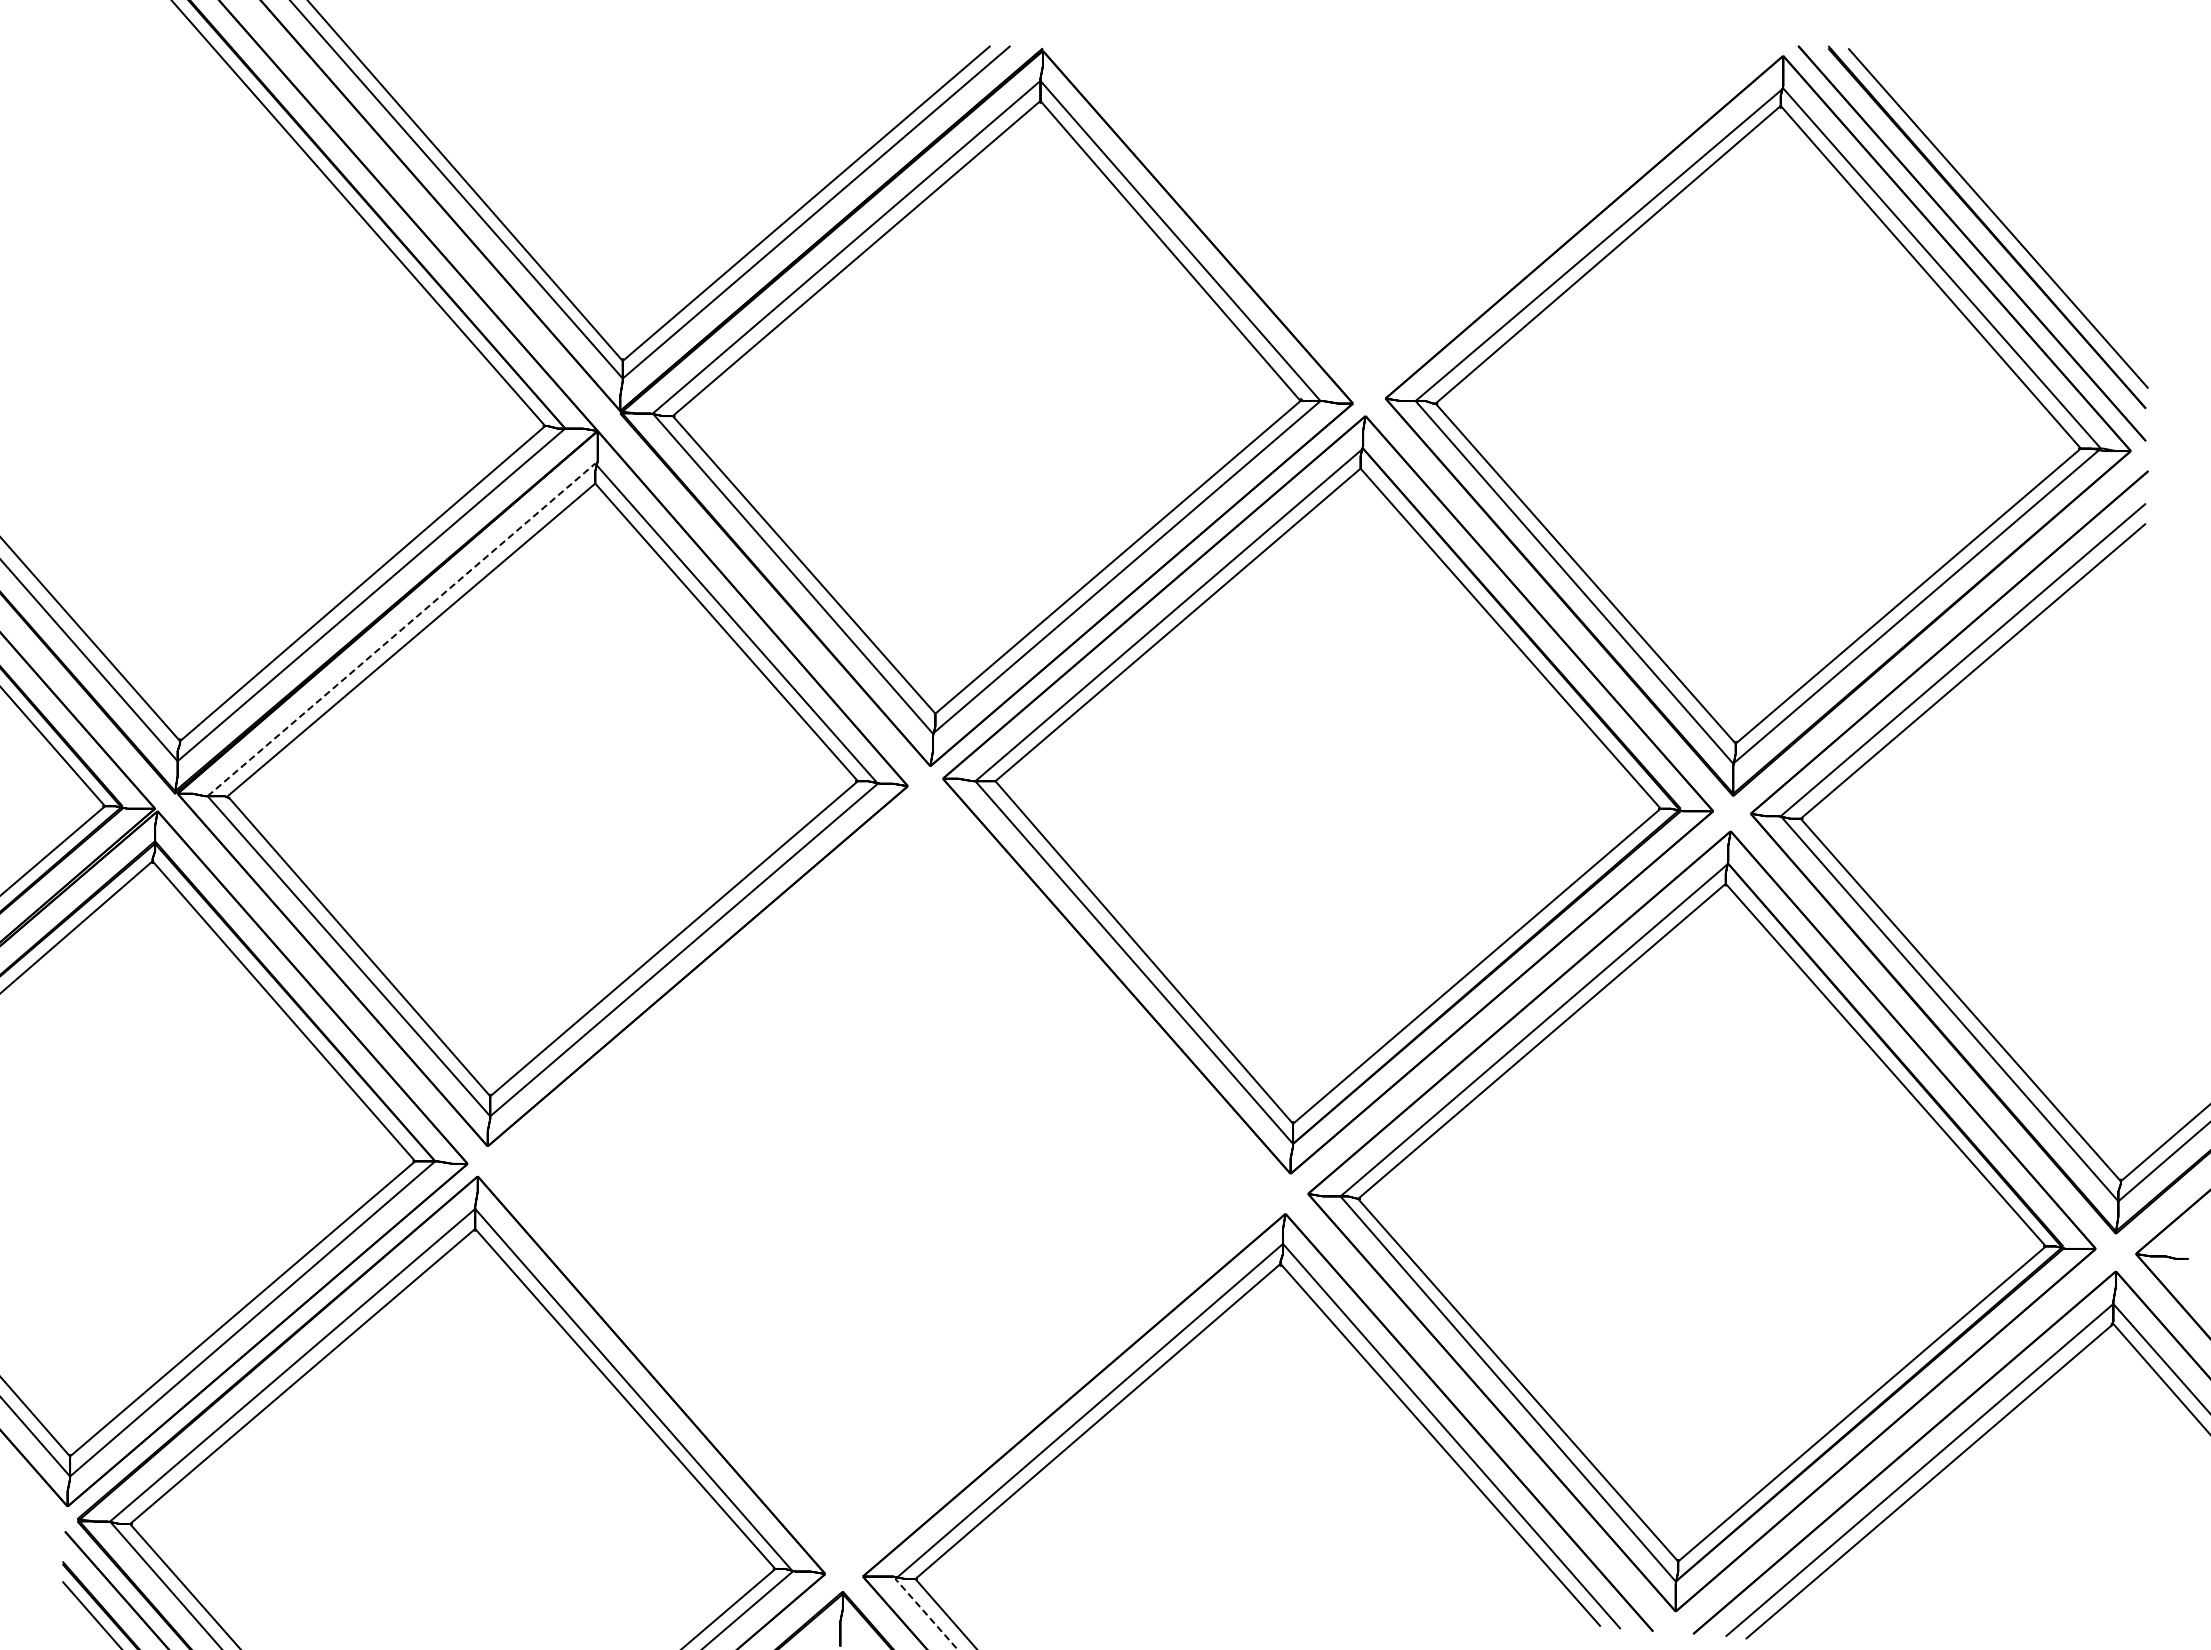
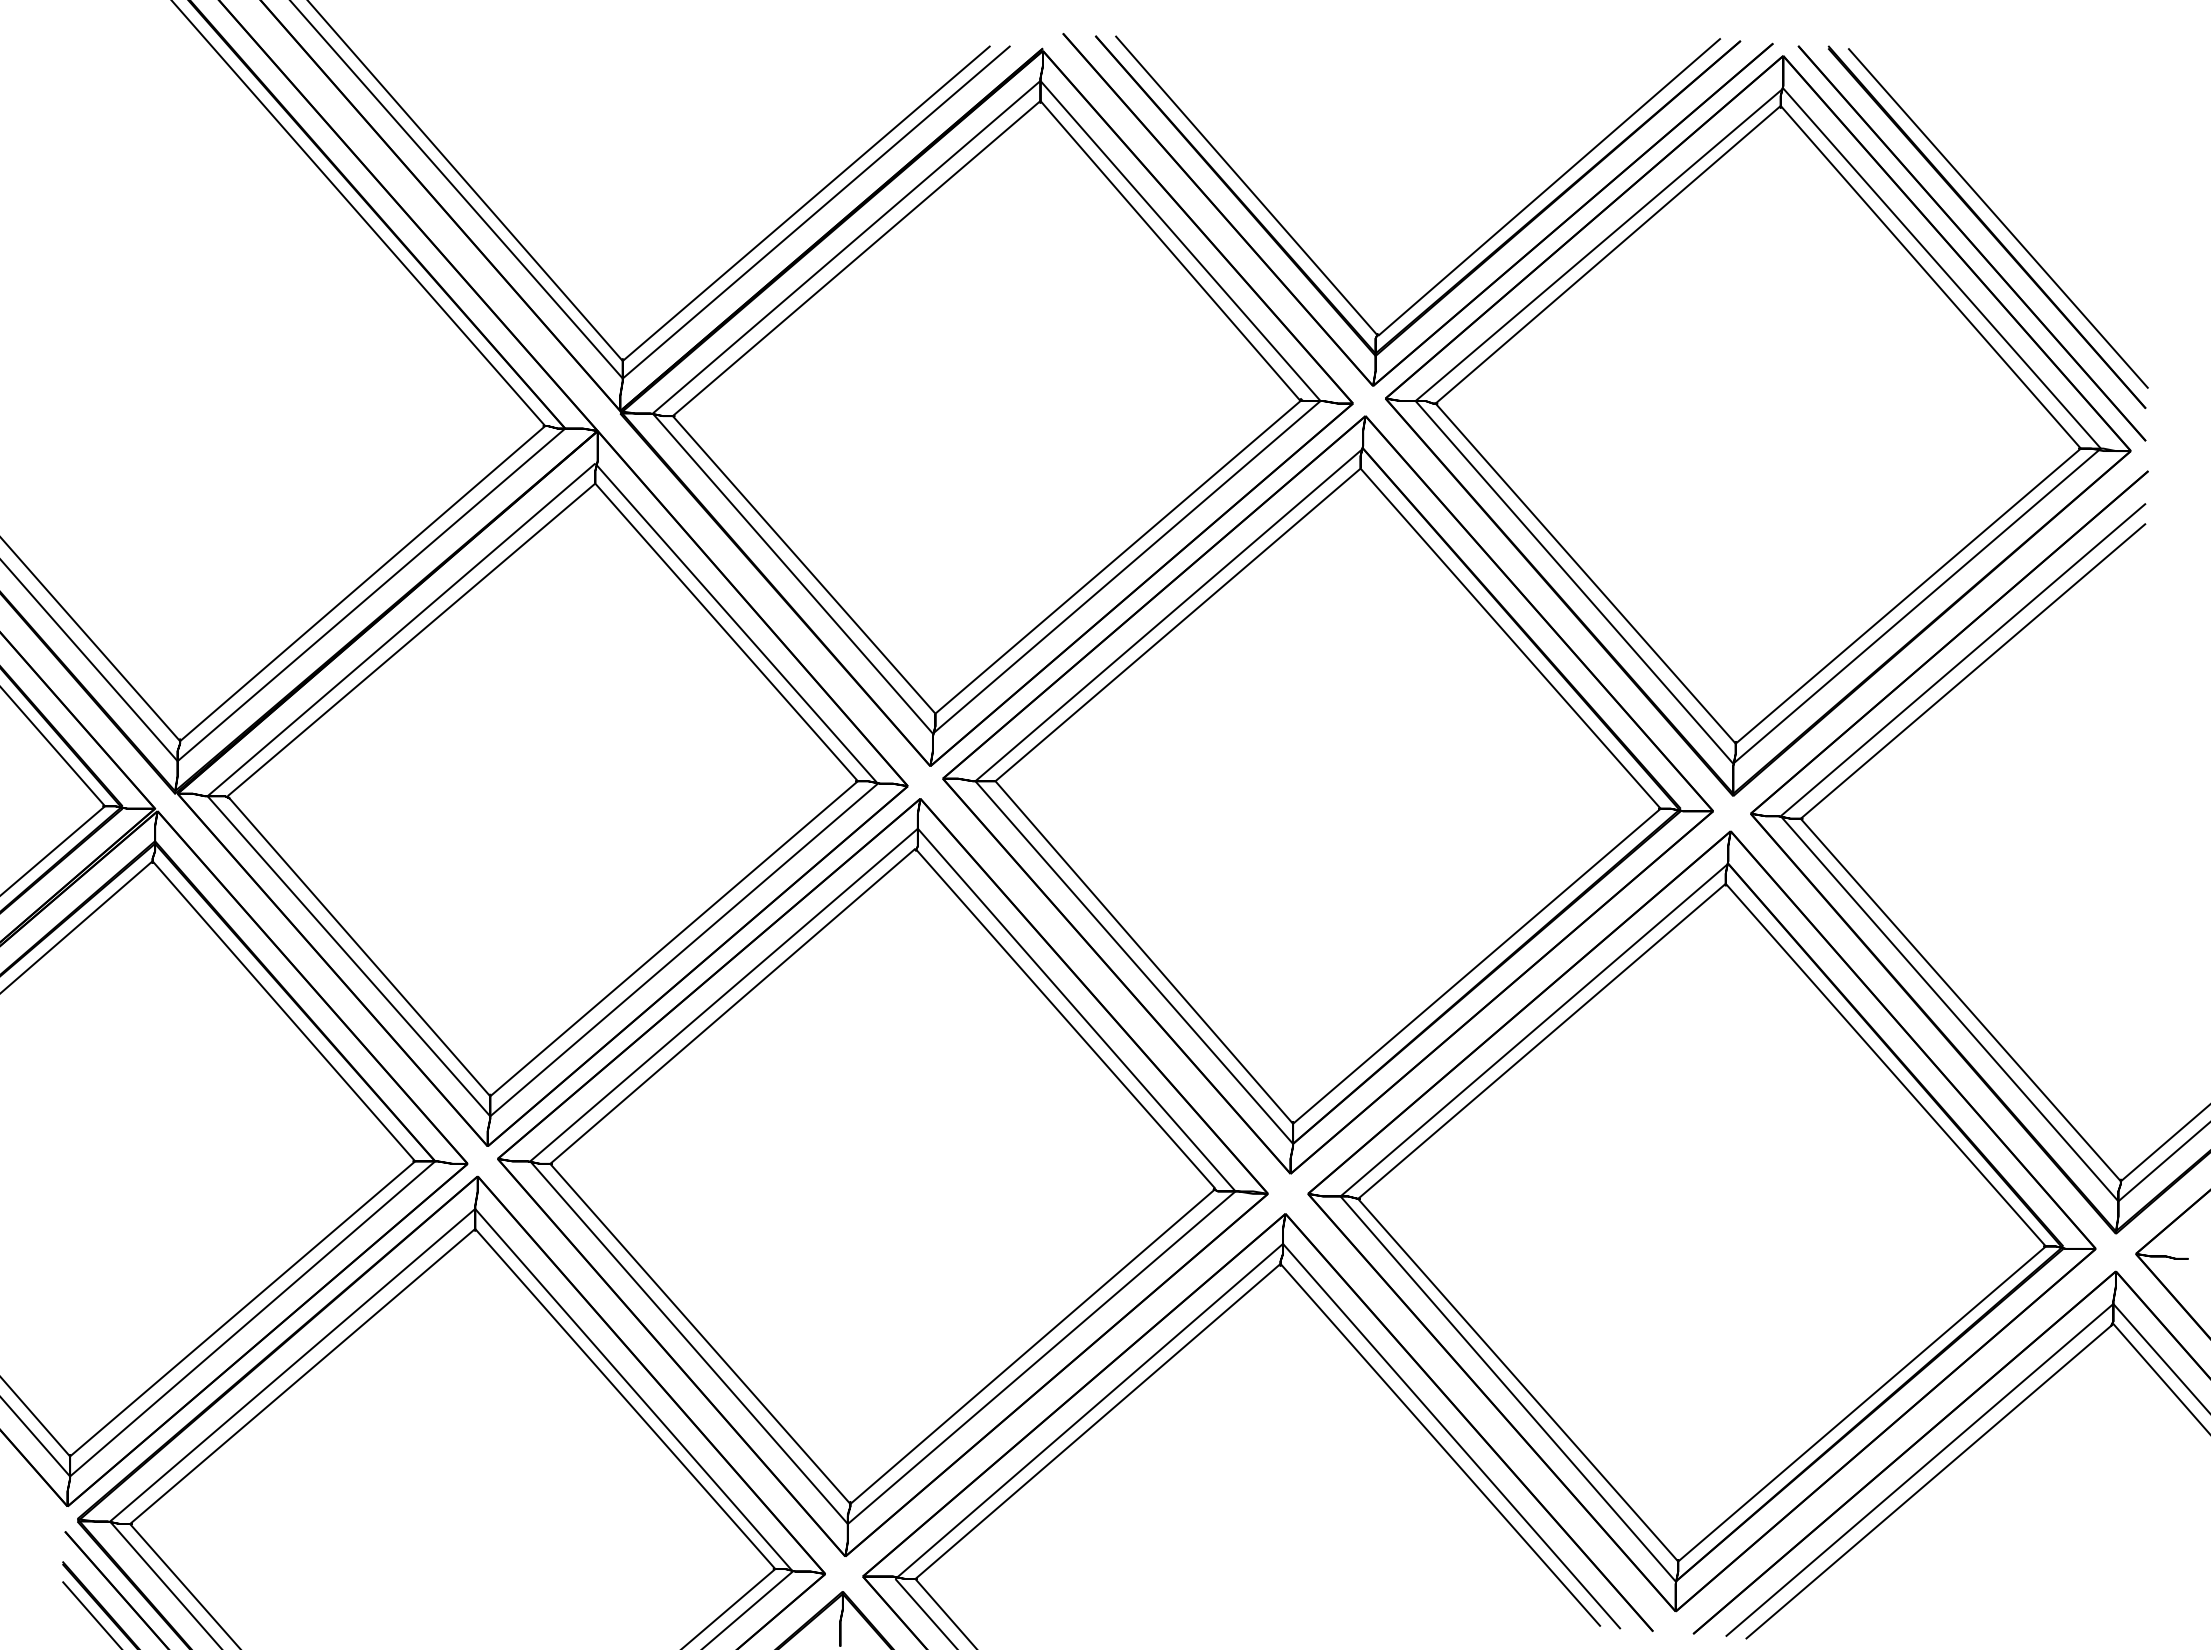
part at (1465, 258): none -> present
line at (401, 629): dashed -> solid
part at (882, 1177): none -> present
line at (926, 1614): dashed -> solid
